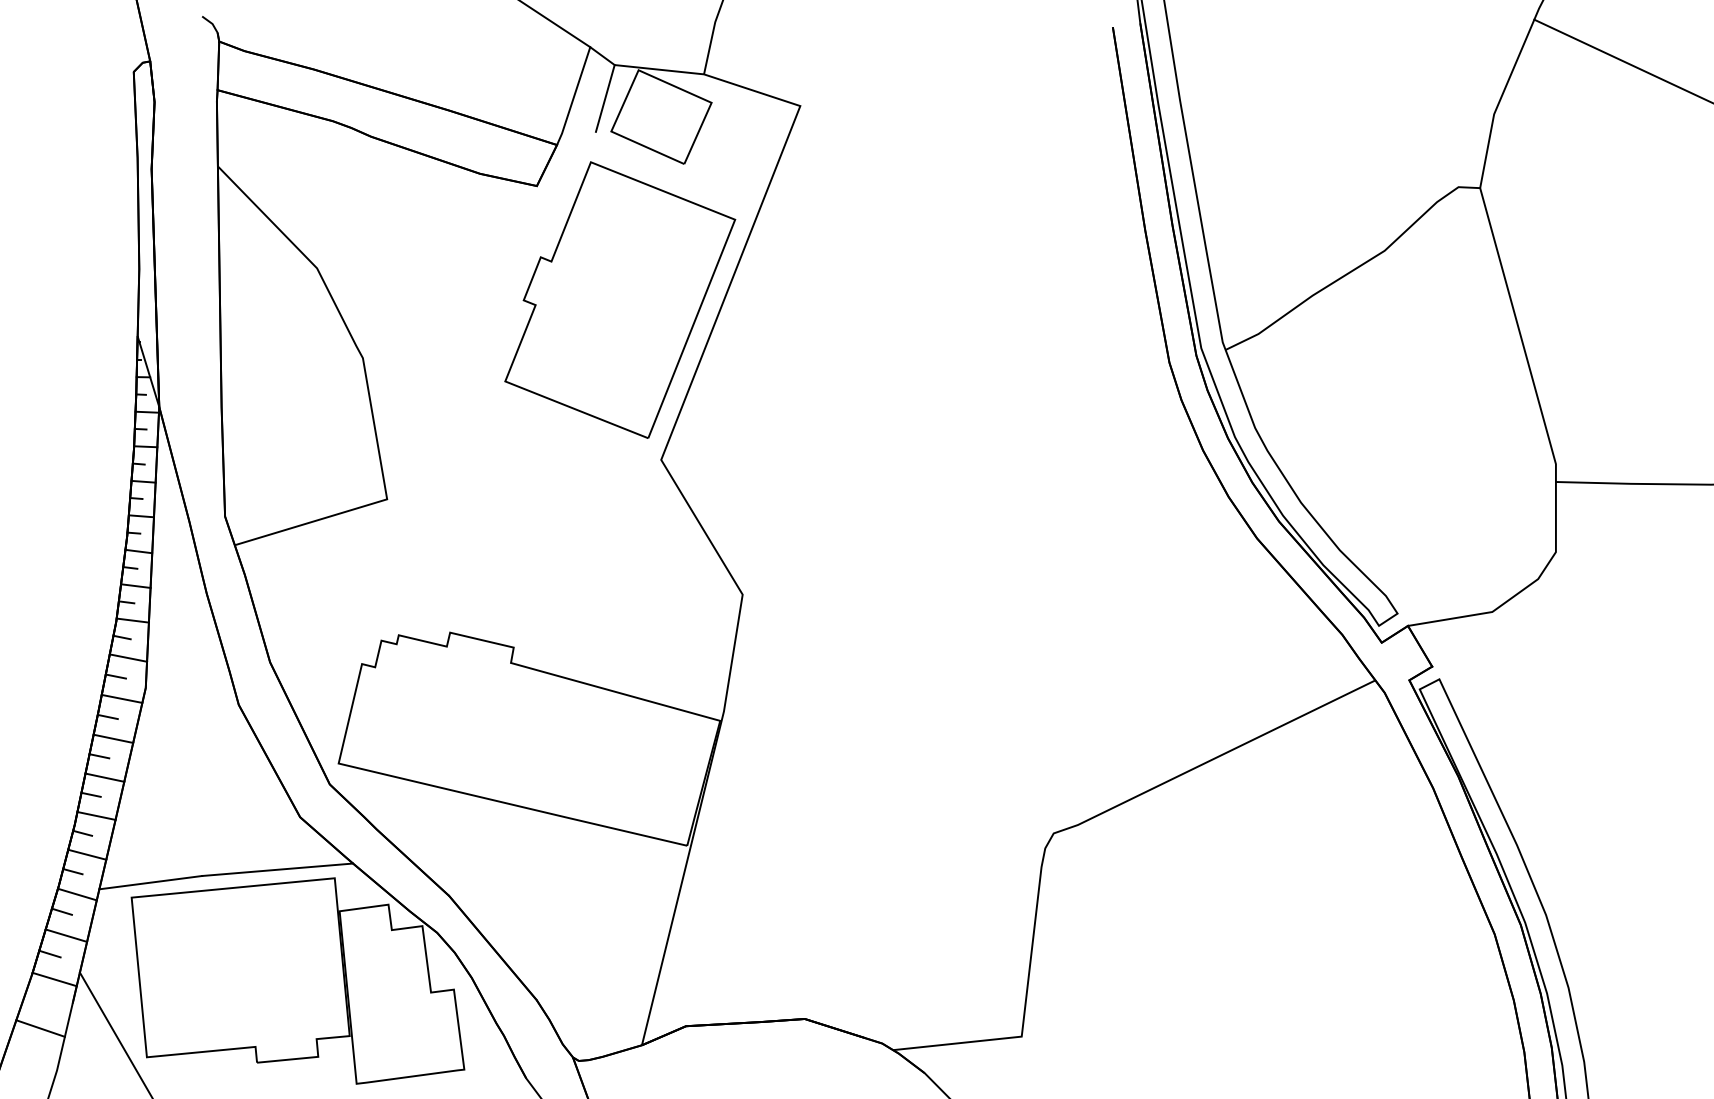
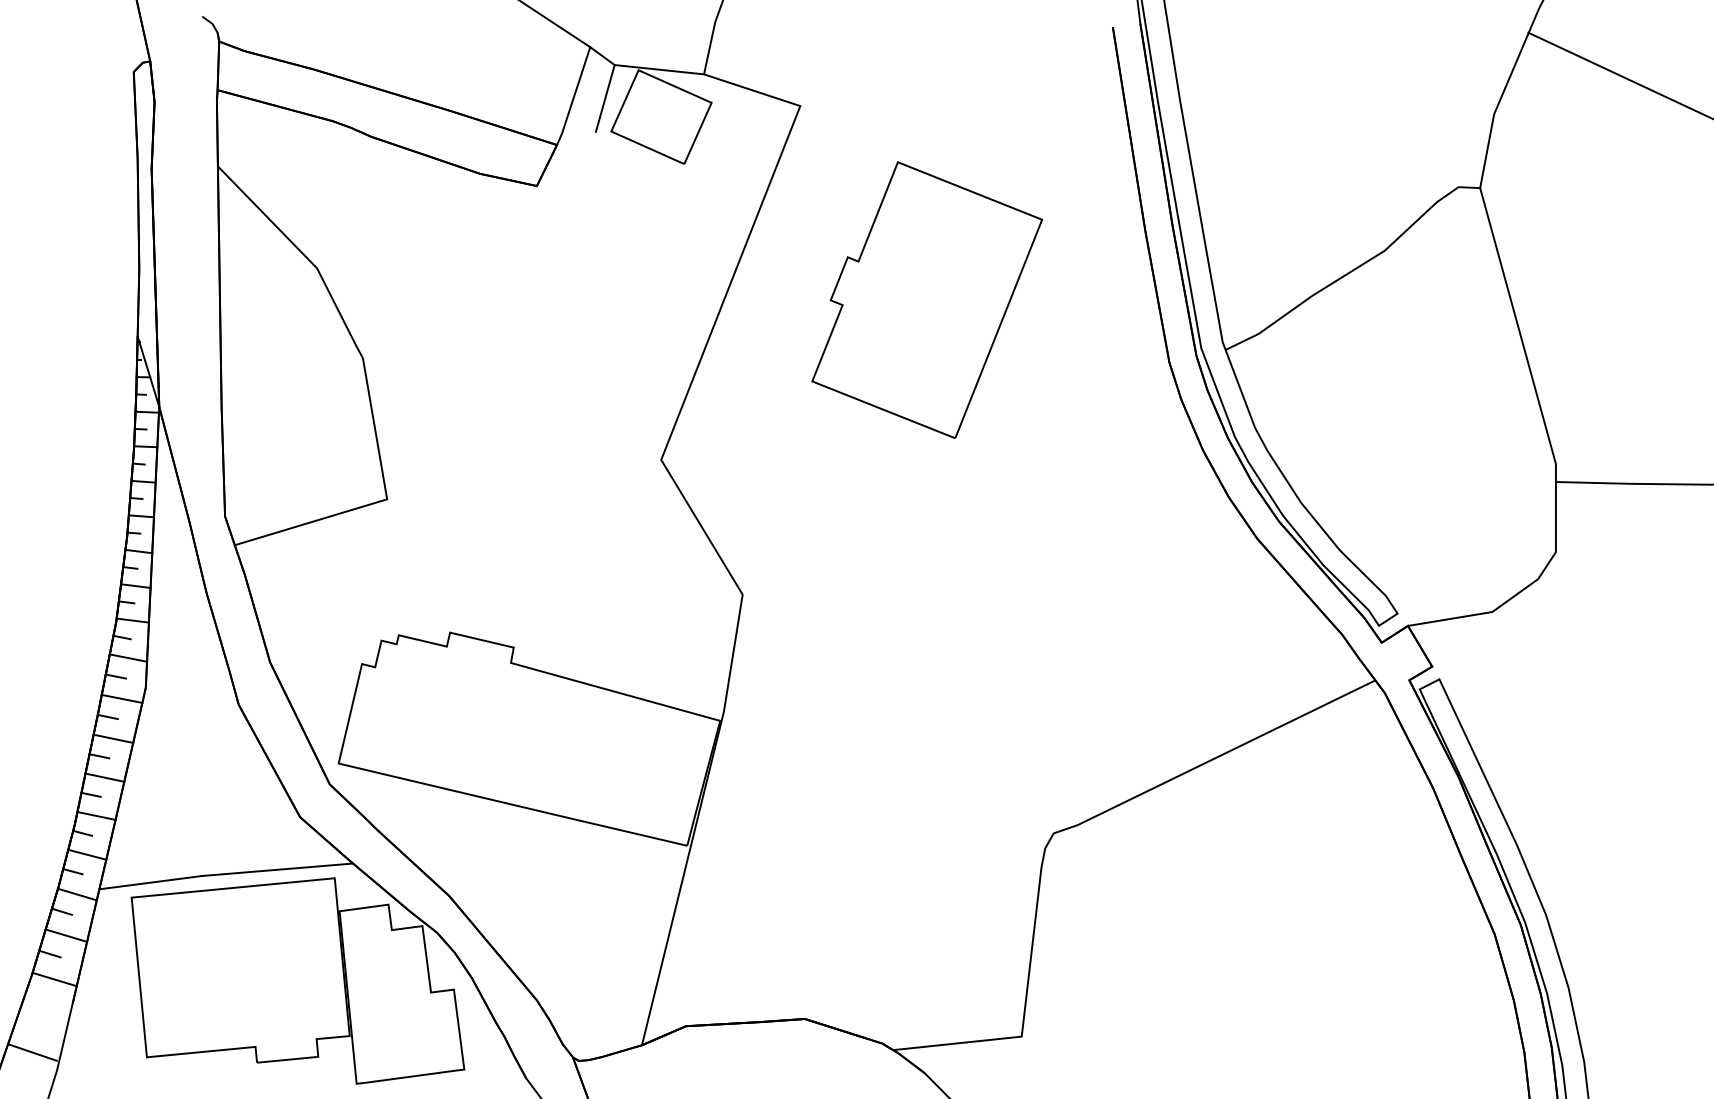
line at (1622, 60) position: (1622, 60) -> (1619, 74)
part at (620, 299) position: (620, 299) -> (927, 299)
line at (40, 1028) position: (40, 1028) -> (32, 1052)
line at (115, 1033): present -> none
